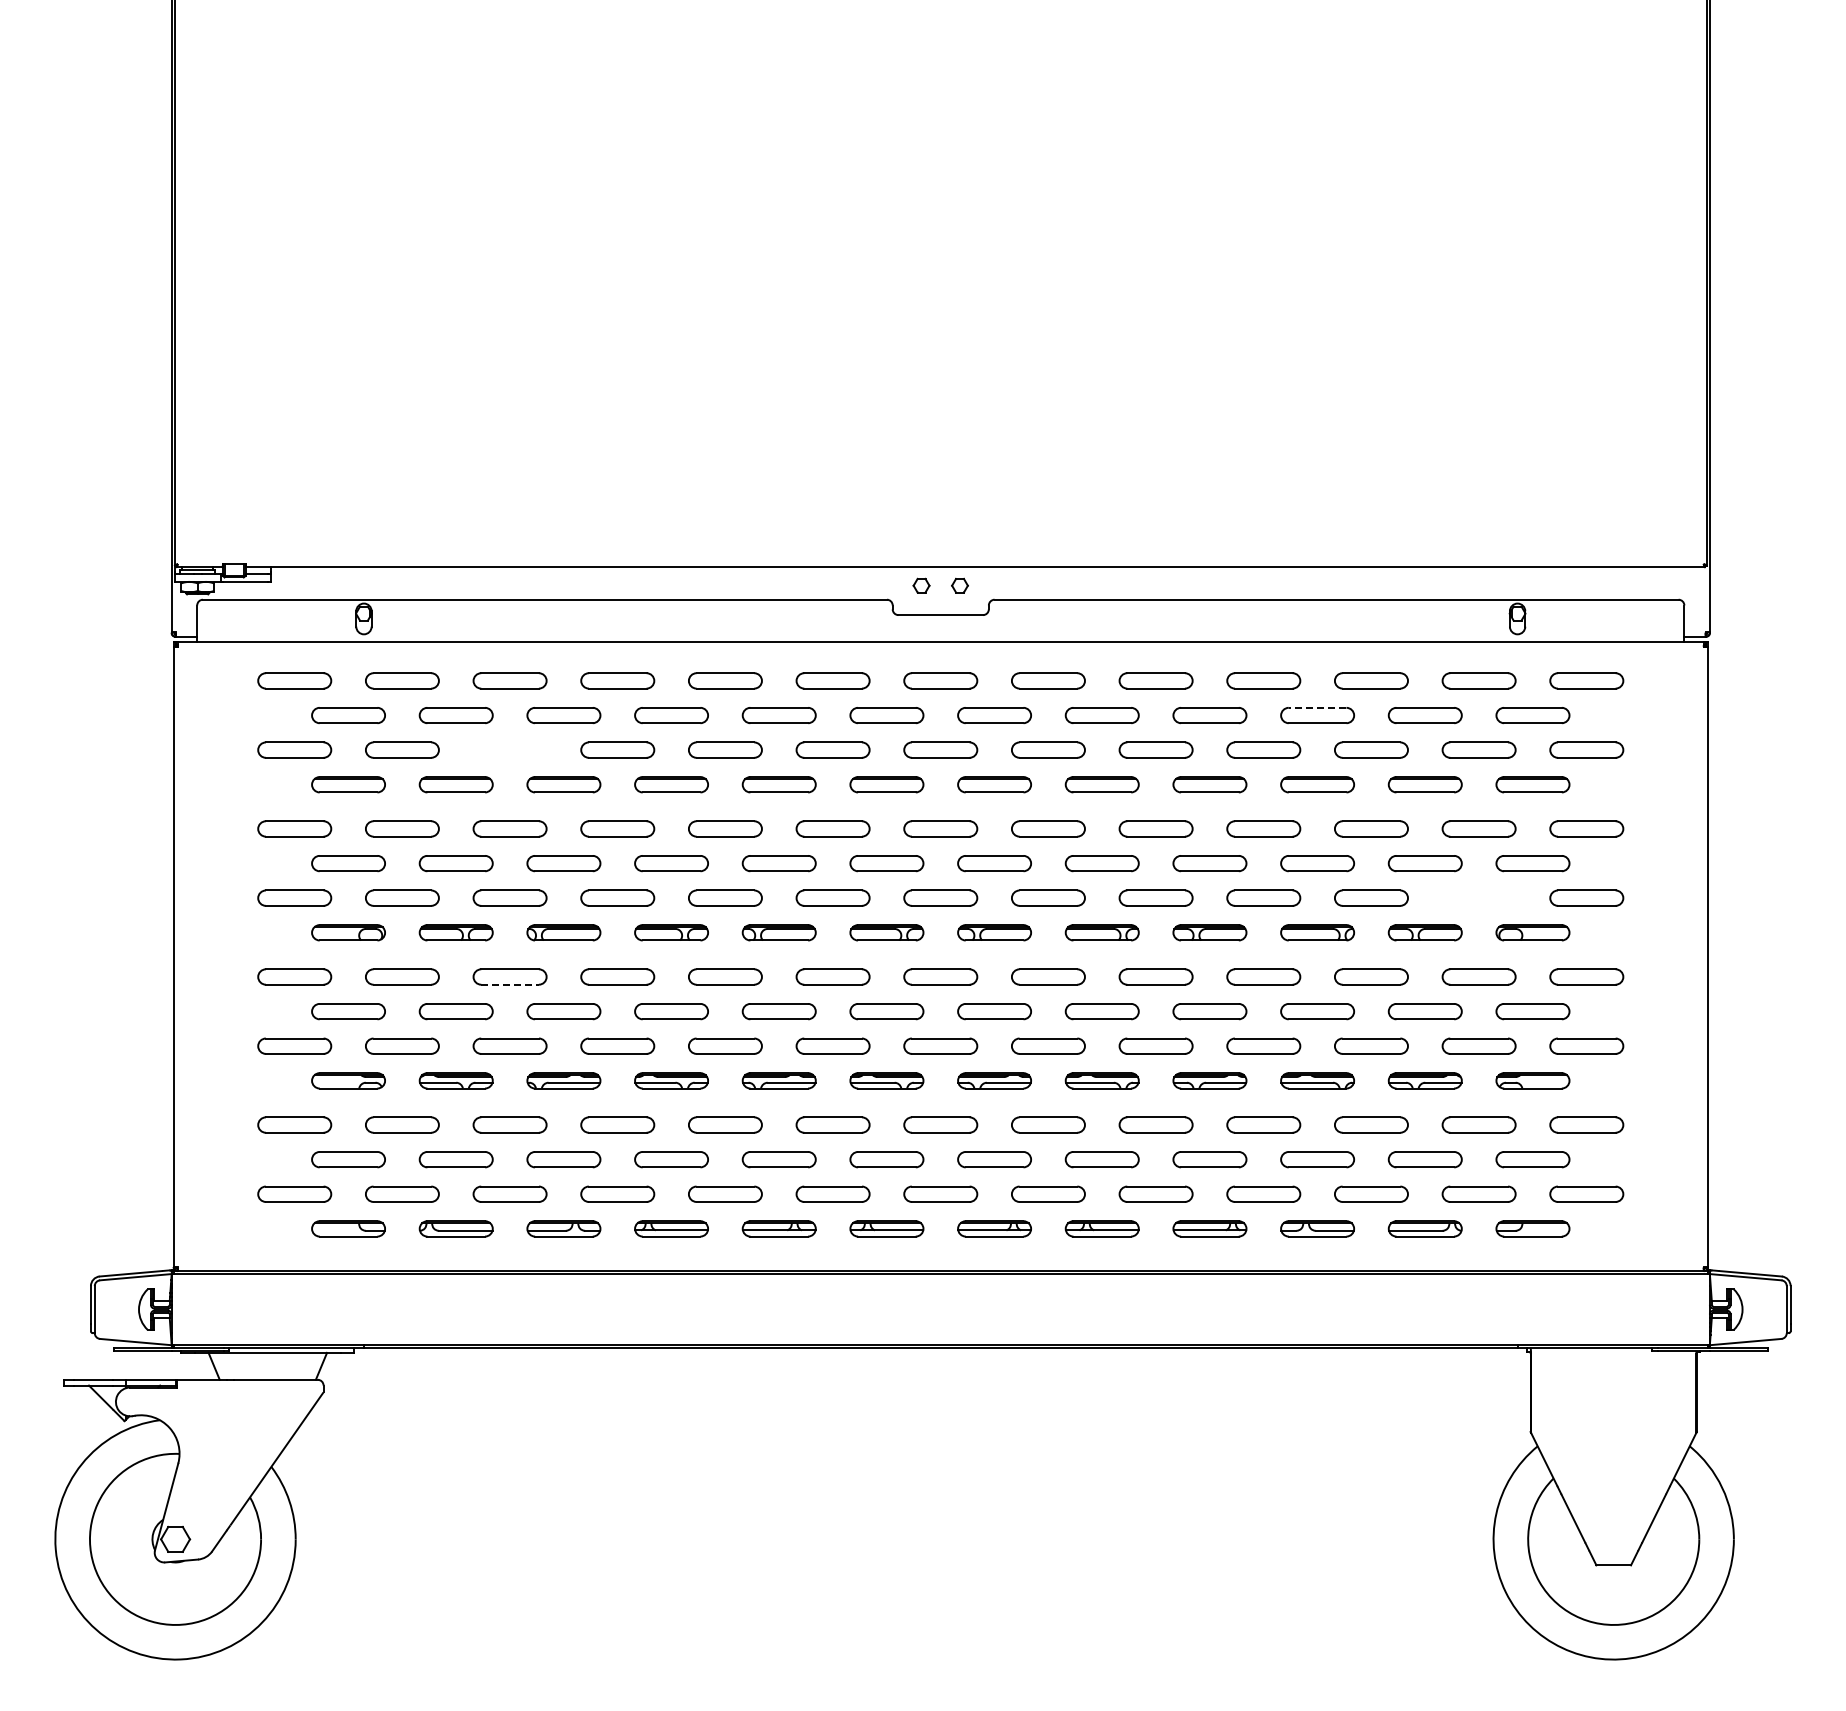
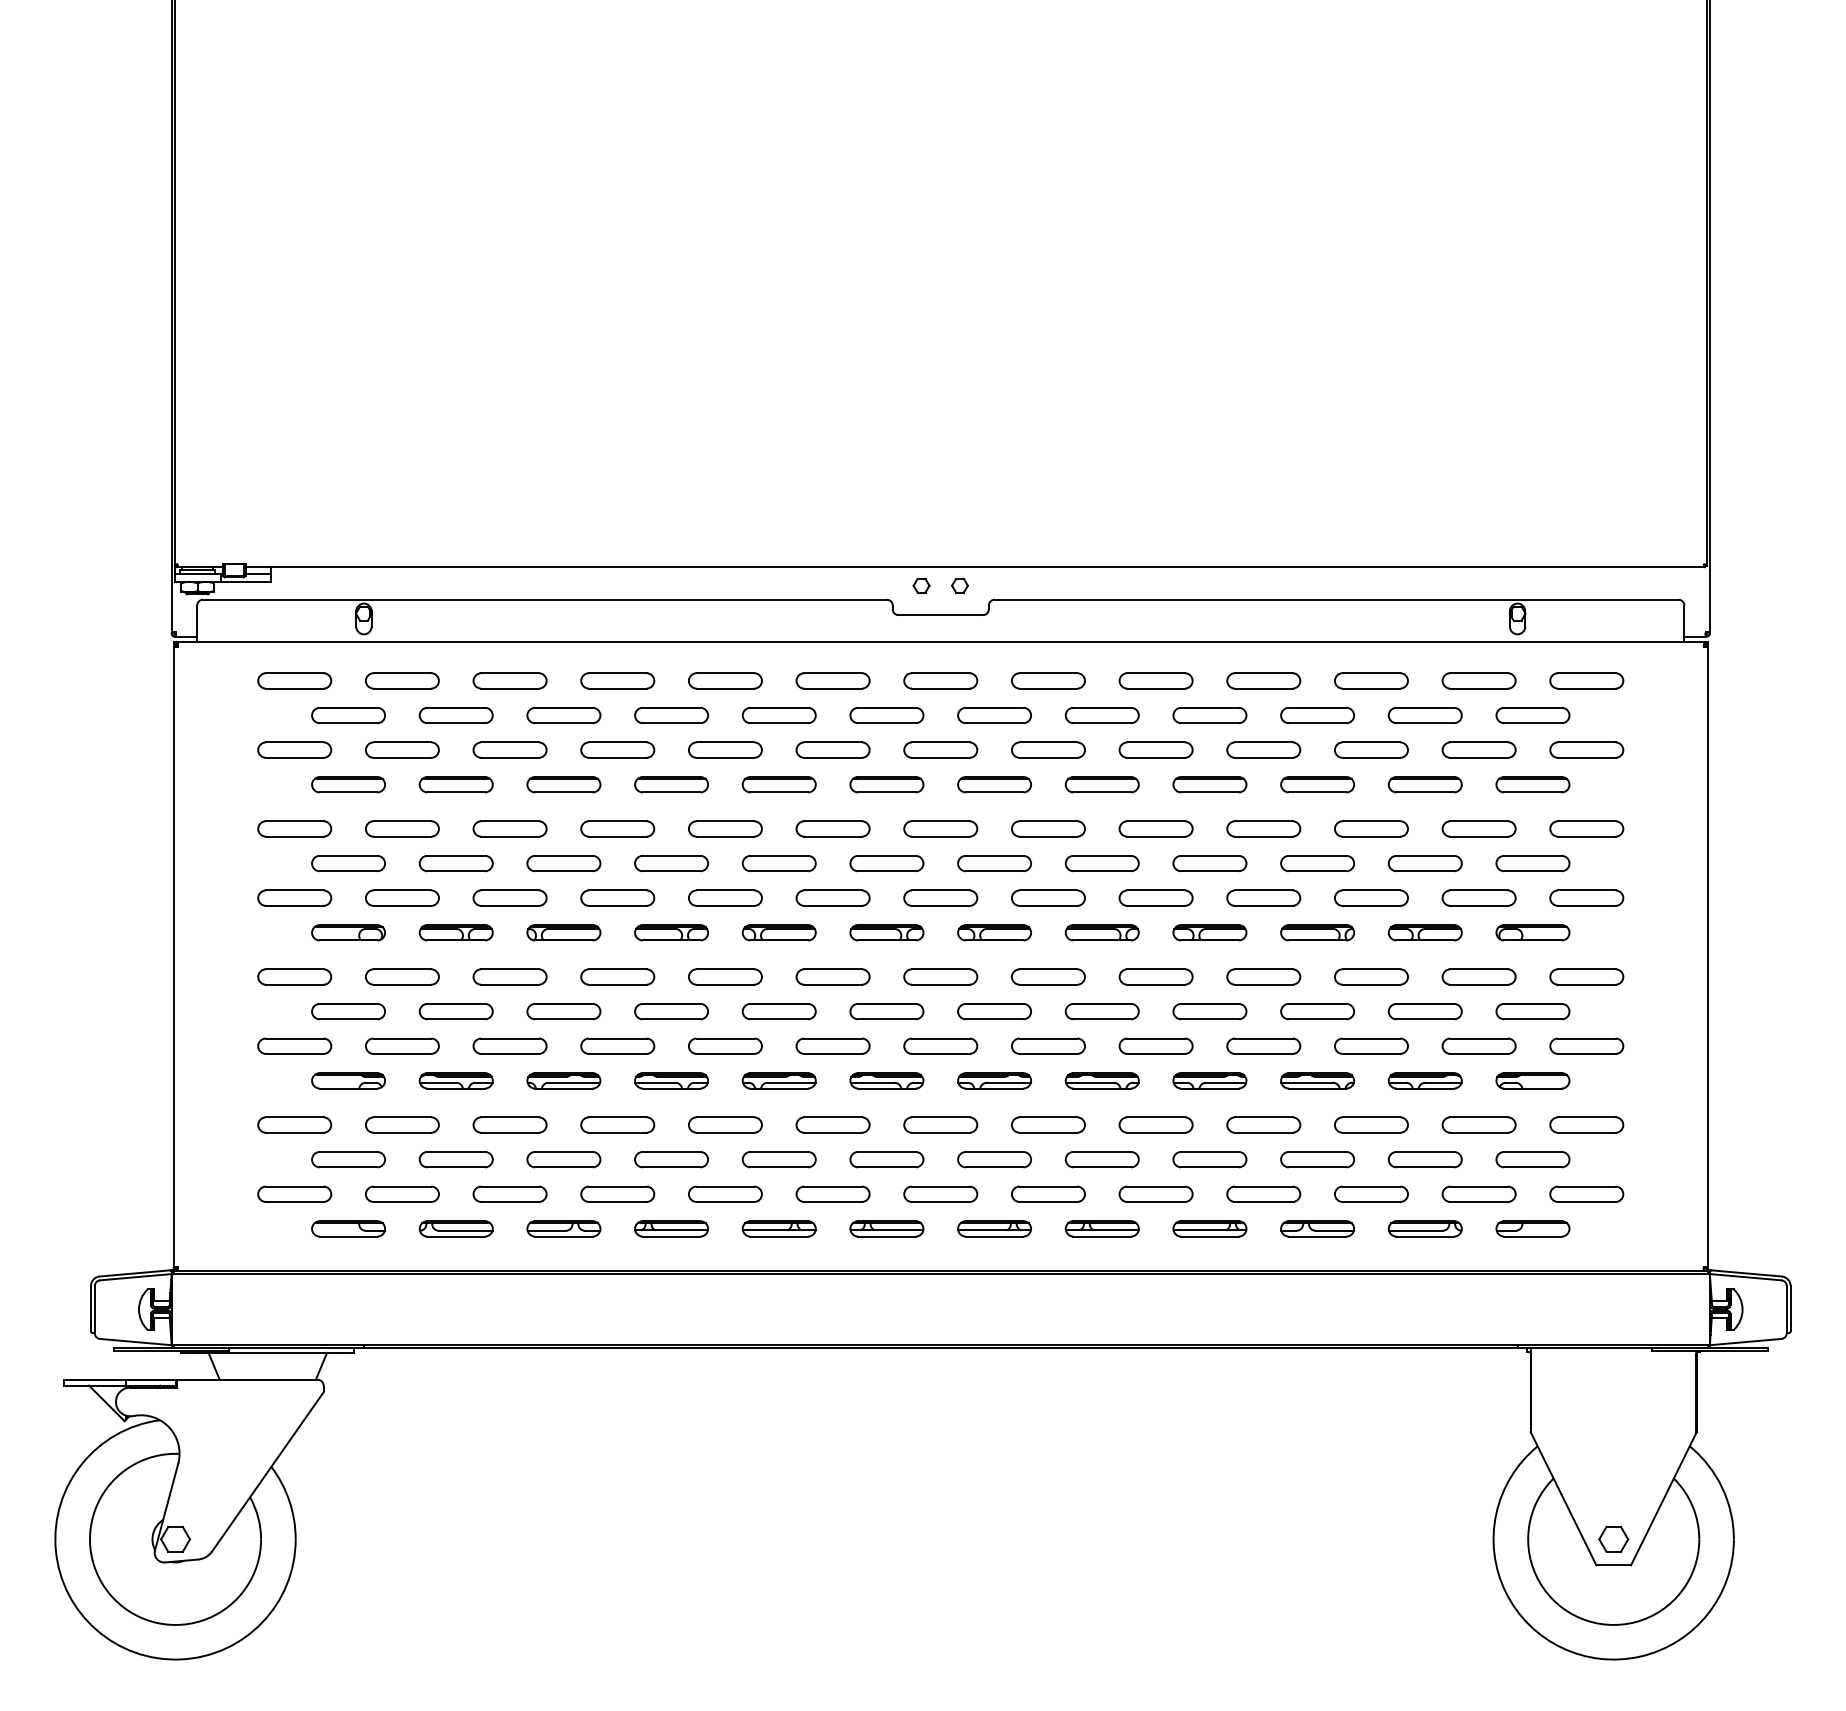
line at (1317, 707): dashed -> solid
part at (509, 749): none -> present
part at (1478, 897): none -> present
line at (510, 984): dashed -> solid
part at (1613, 1538): none -> present
